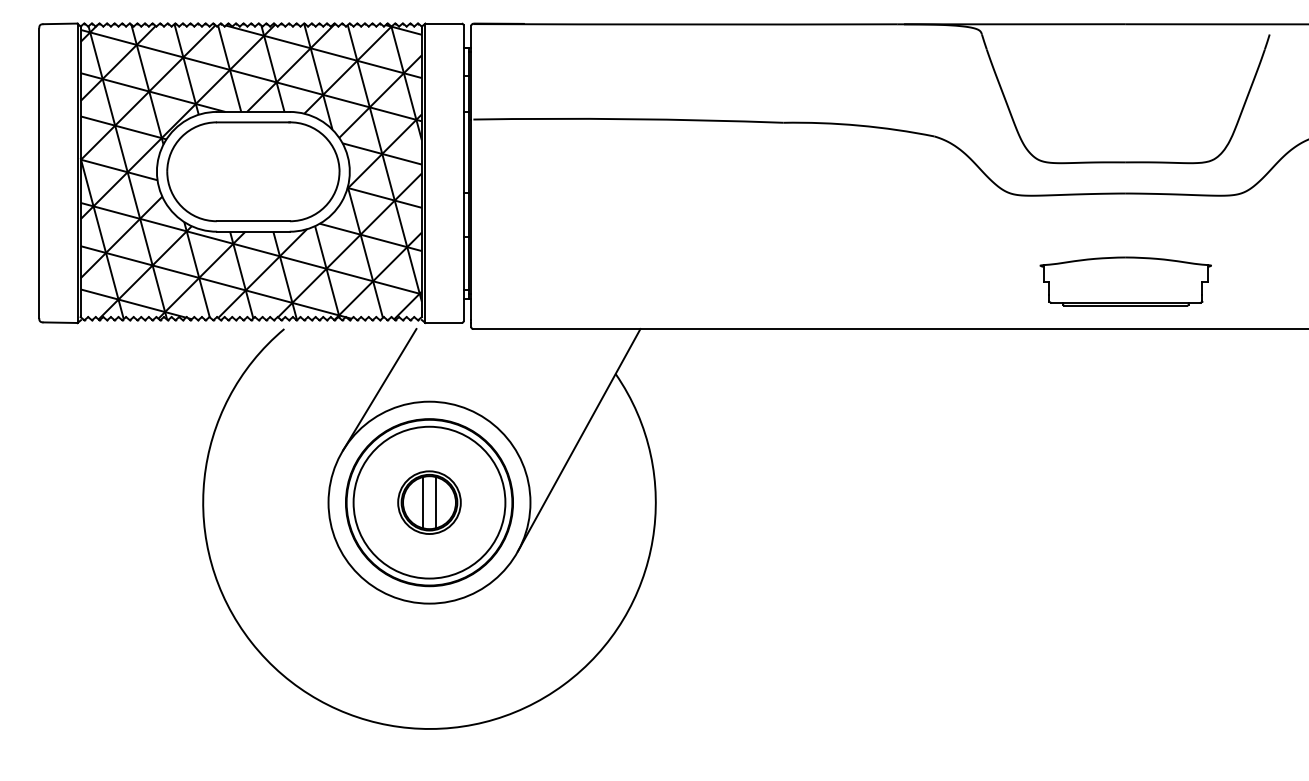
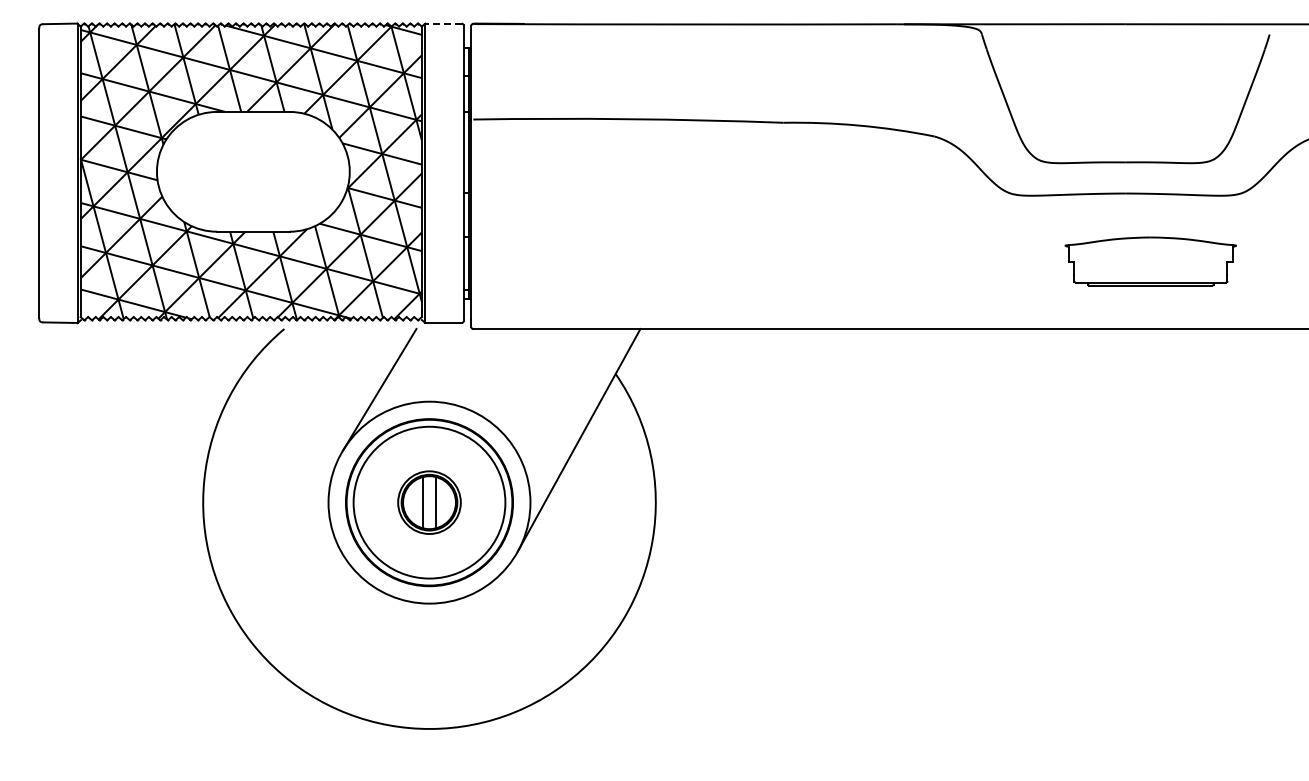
line at (443, 23): solid -> dashed
part at (253, 171): present -> none
part at (1125, 281) position: (1125, 281) -> (1150, 261)
